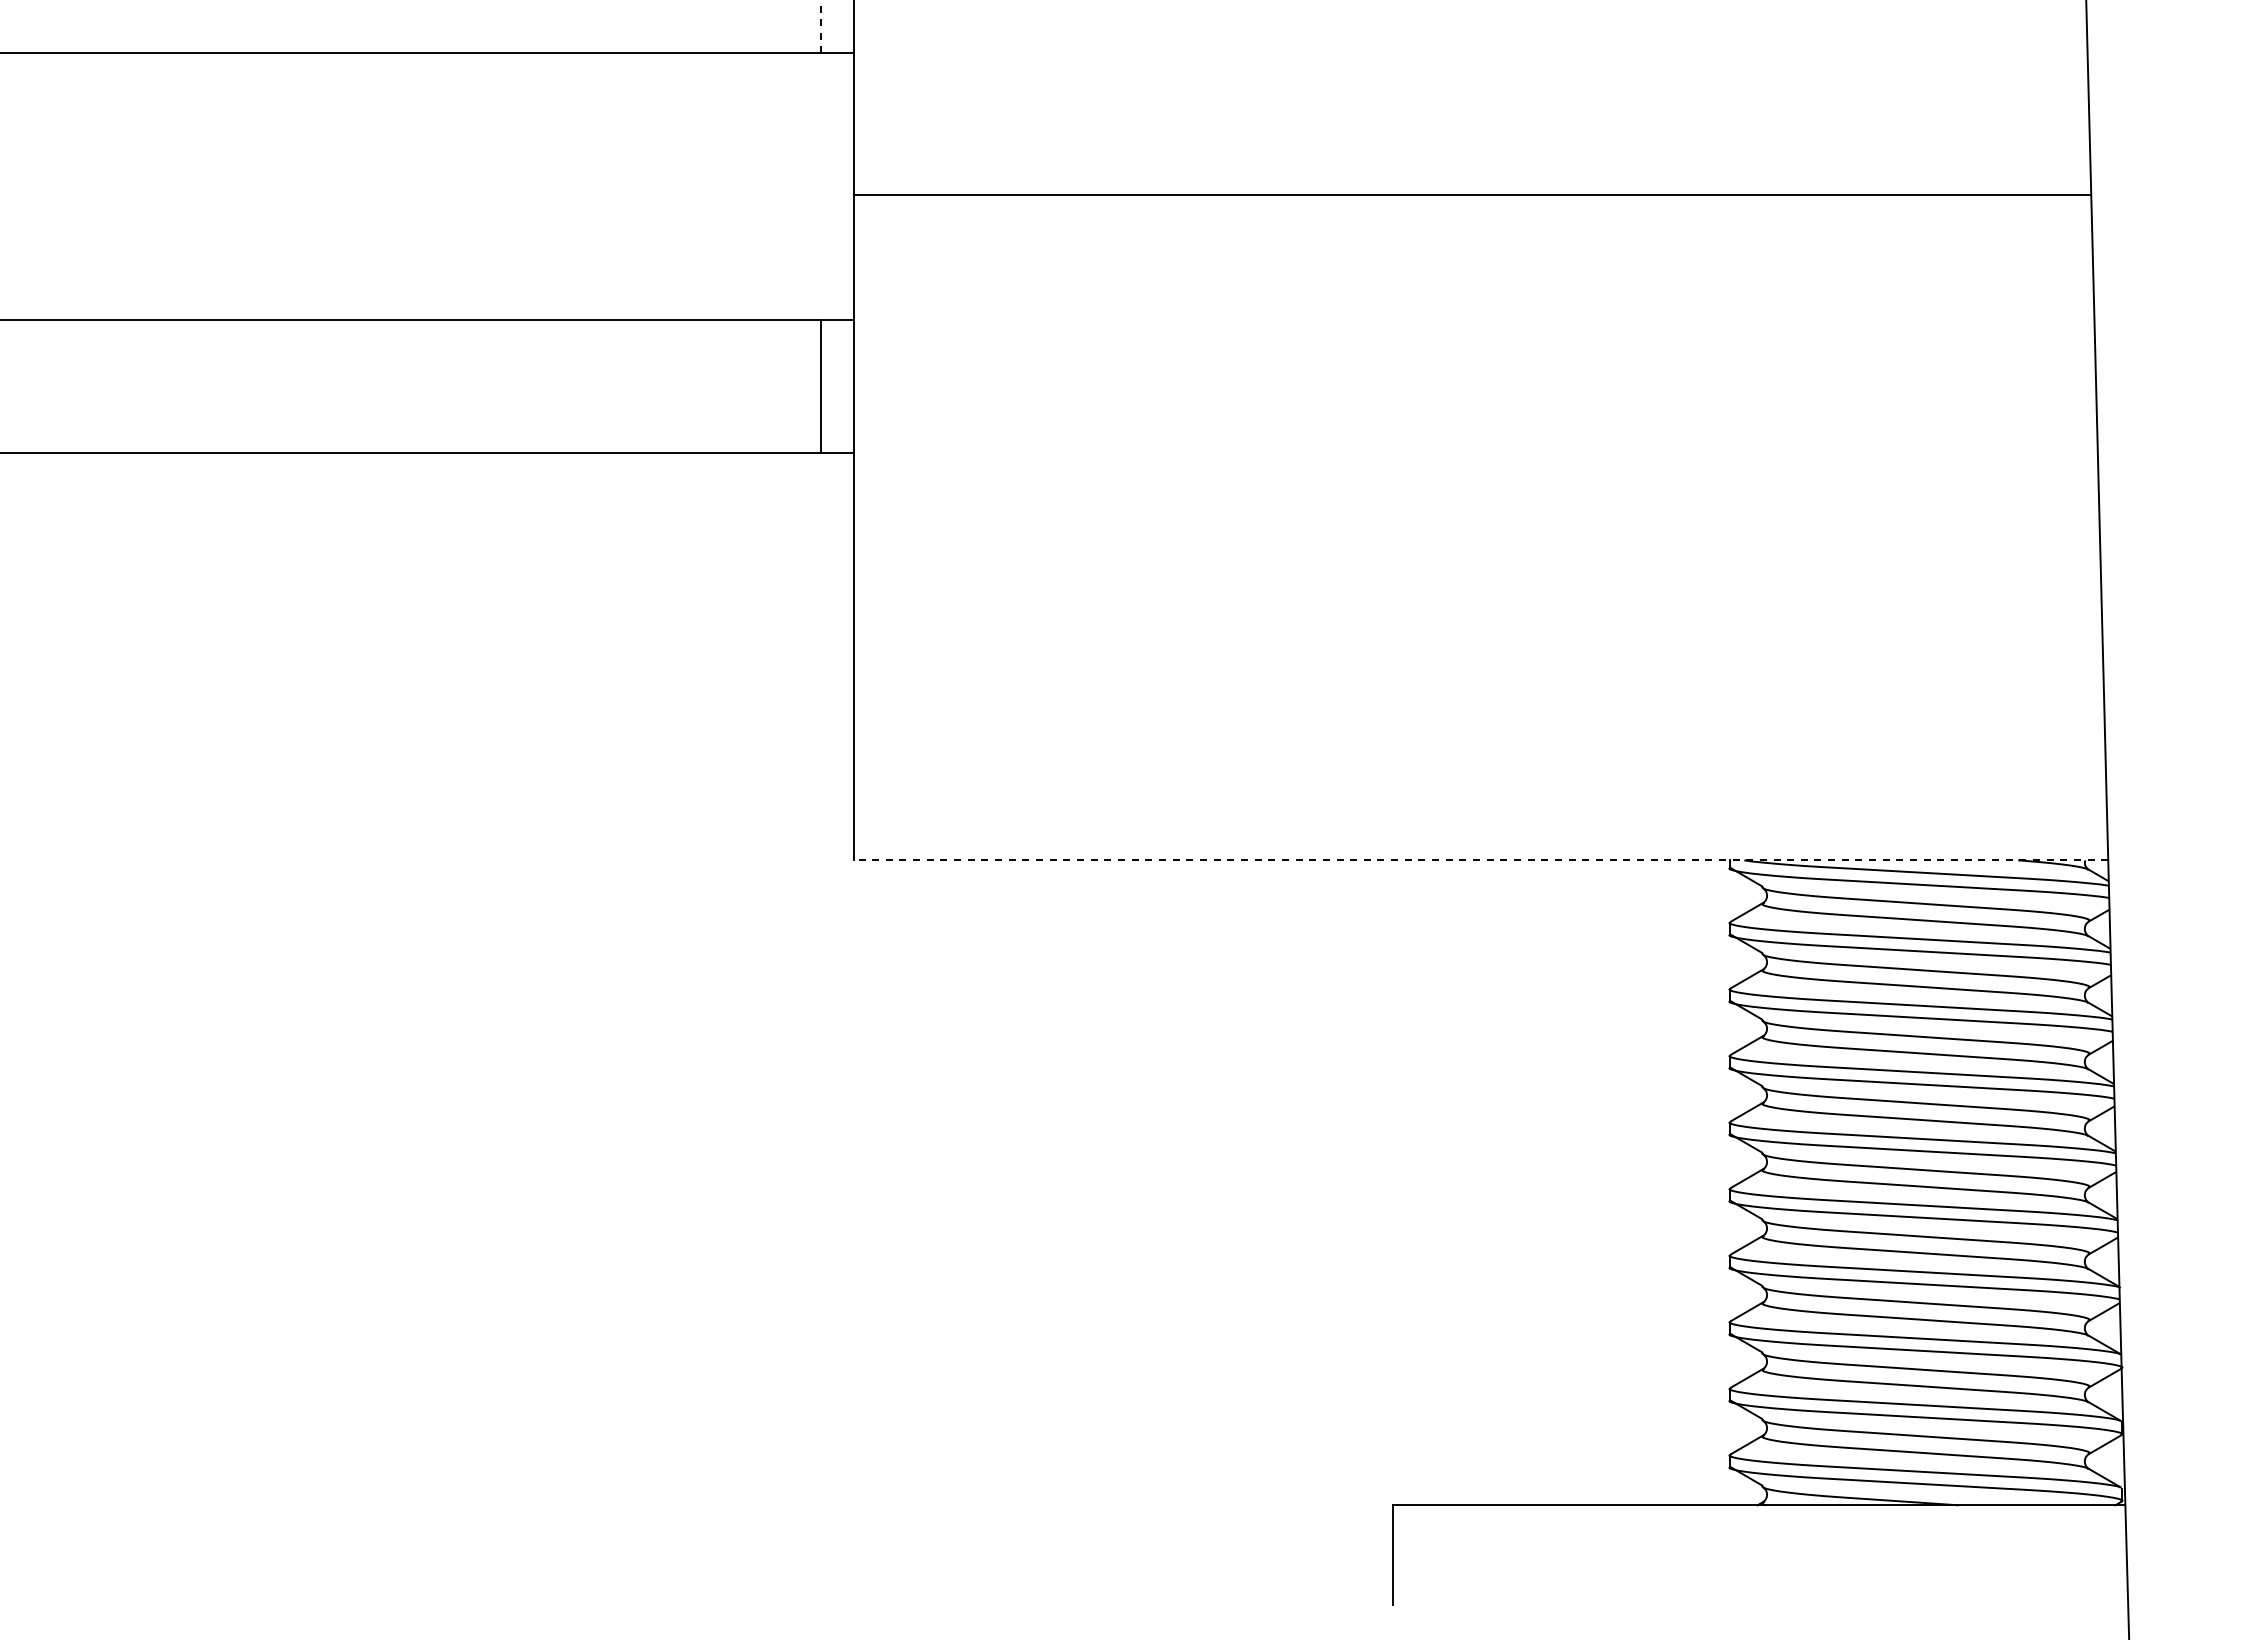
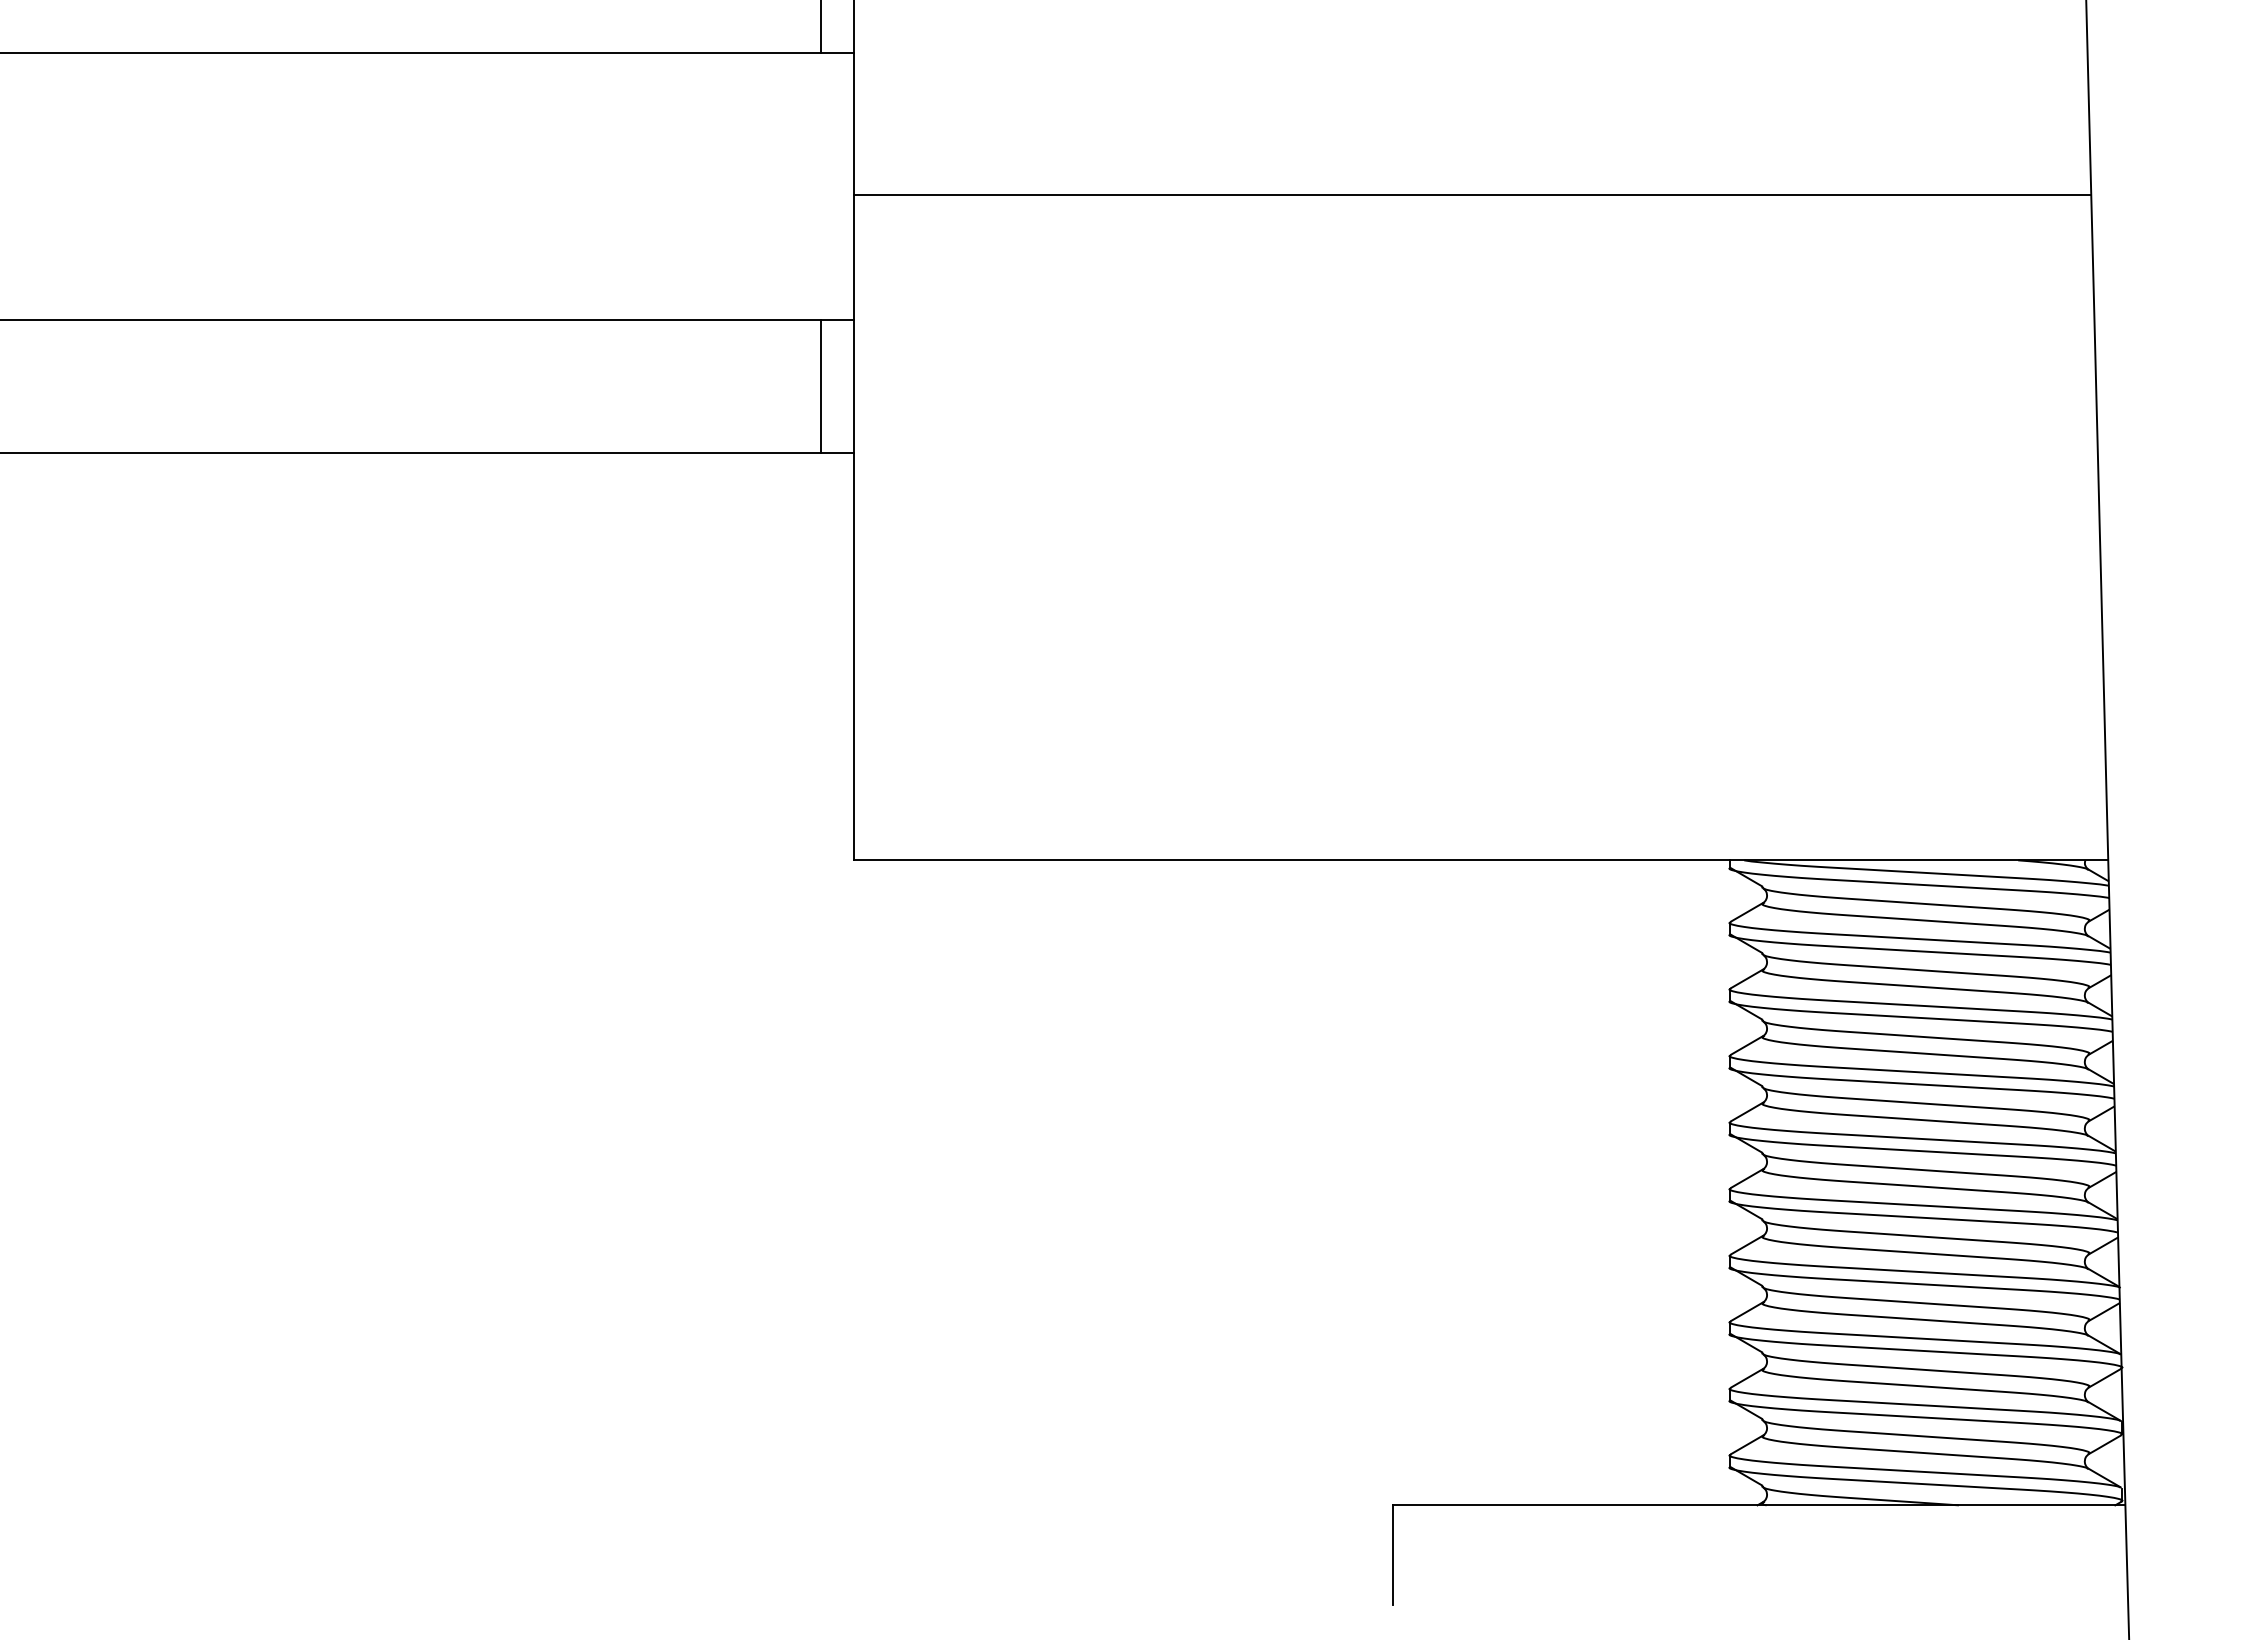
line at (820, 26): dashed -> solid
line at (1480, 860): dashed -> solid
